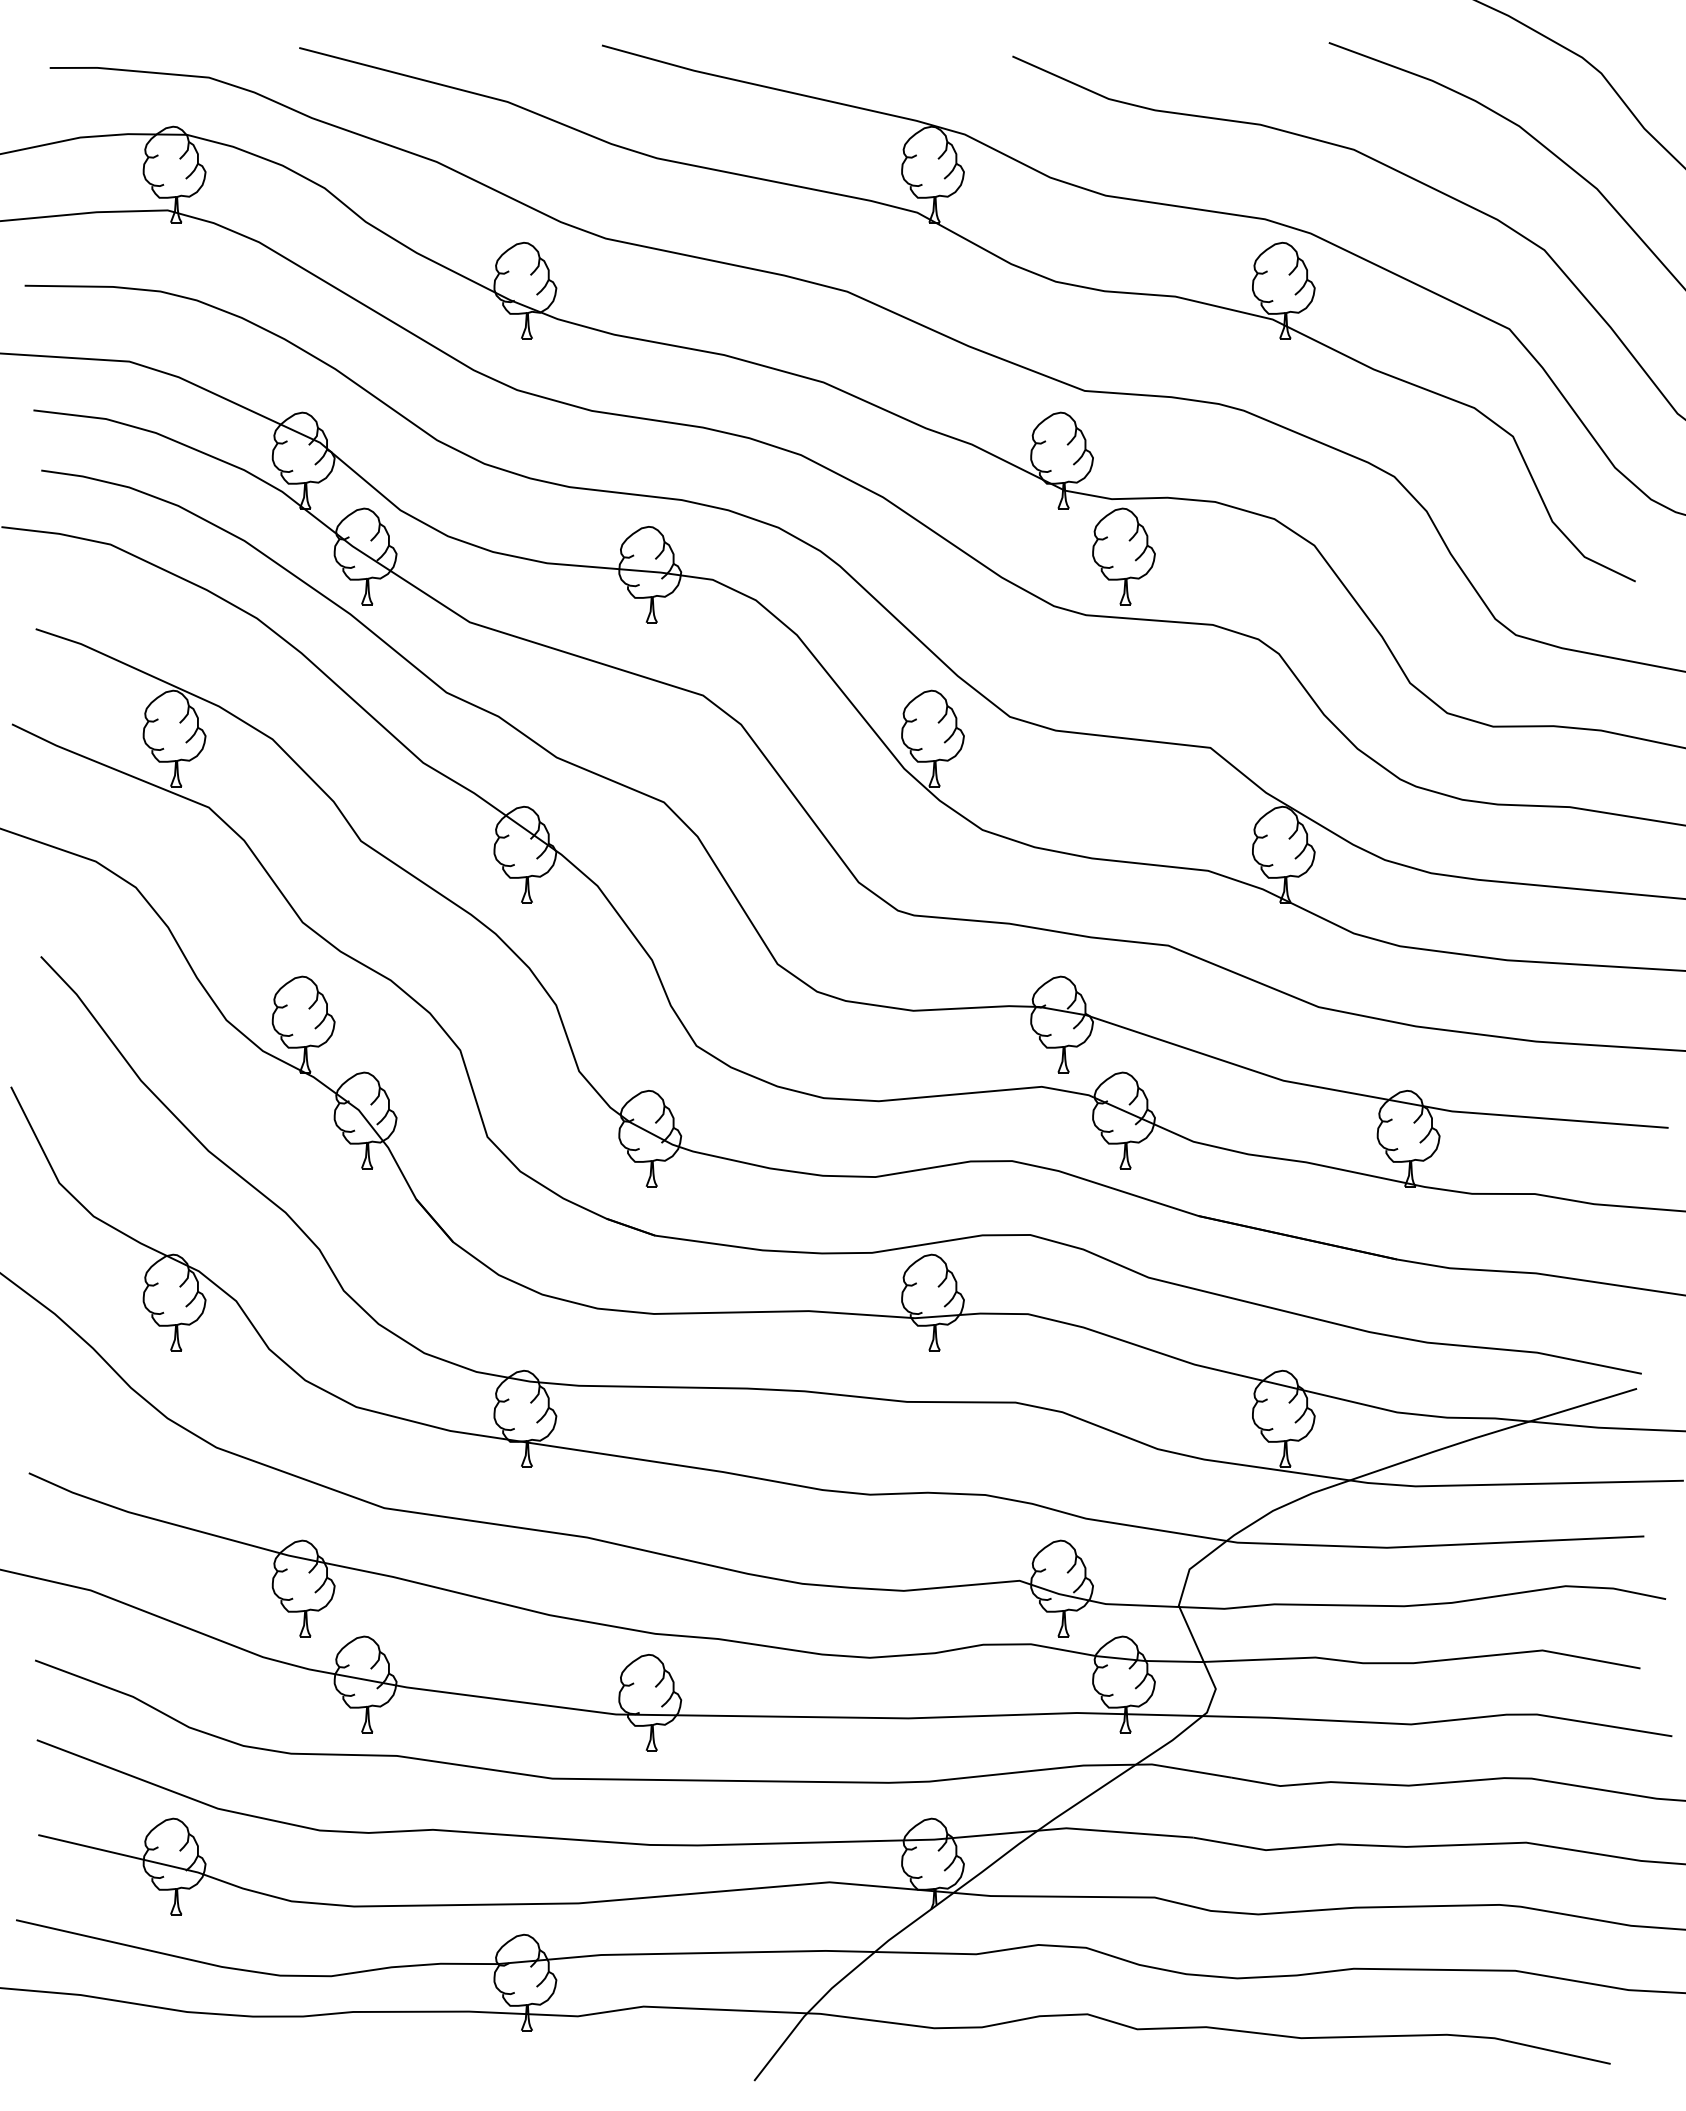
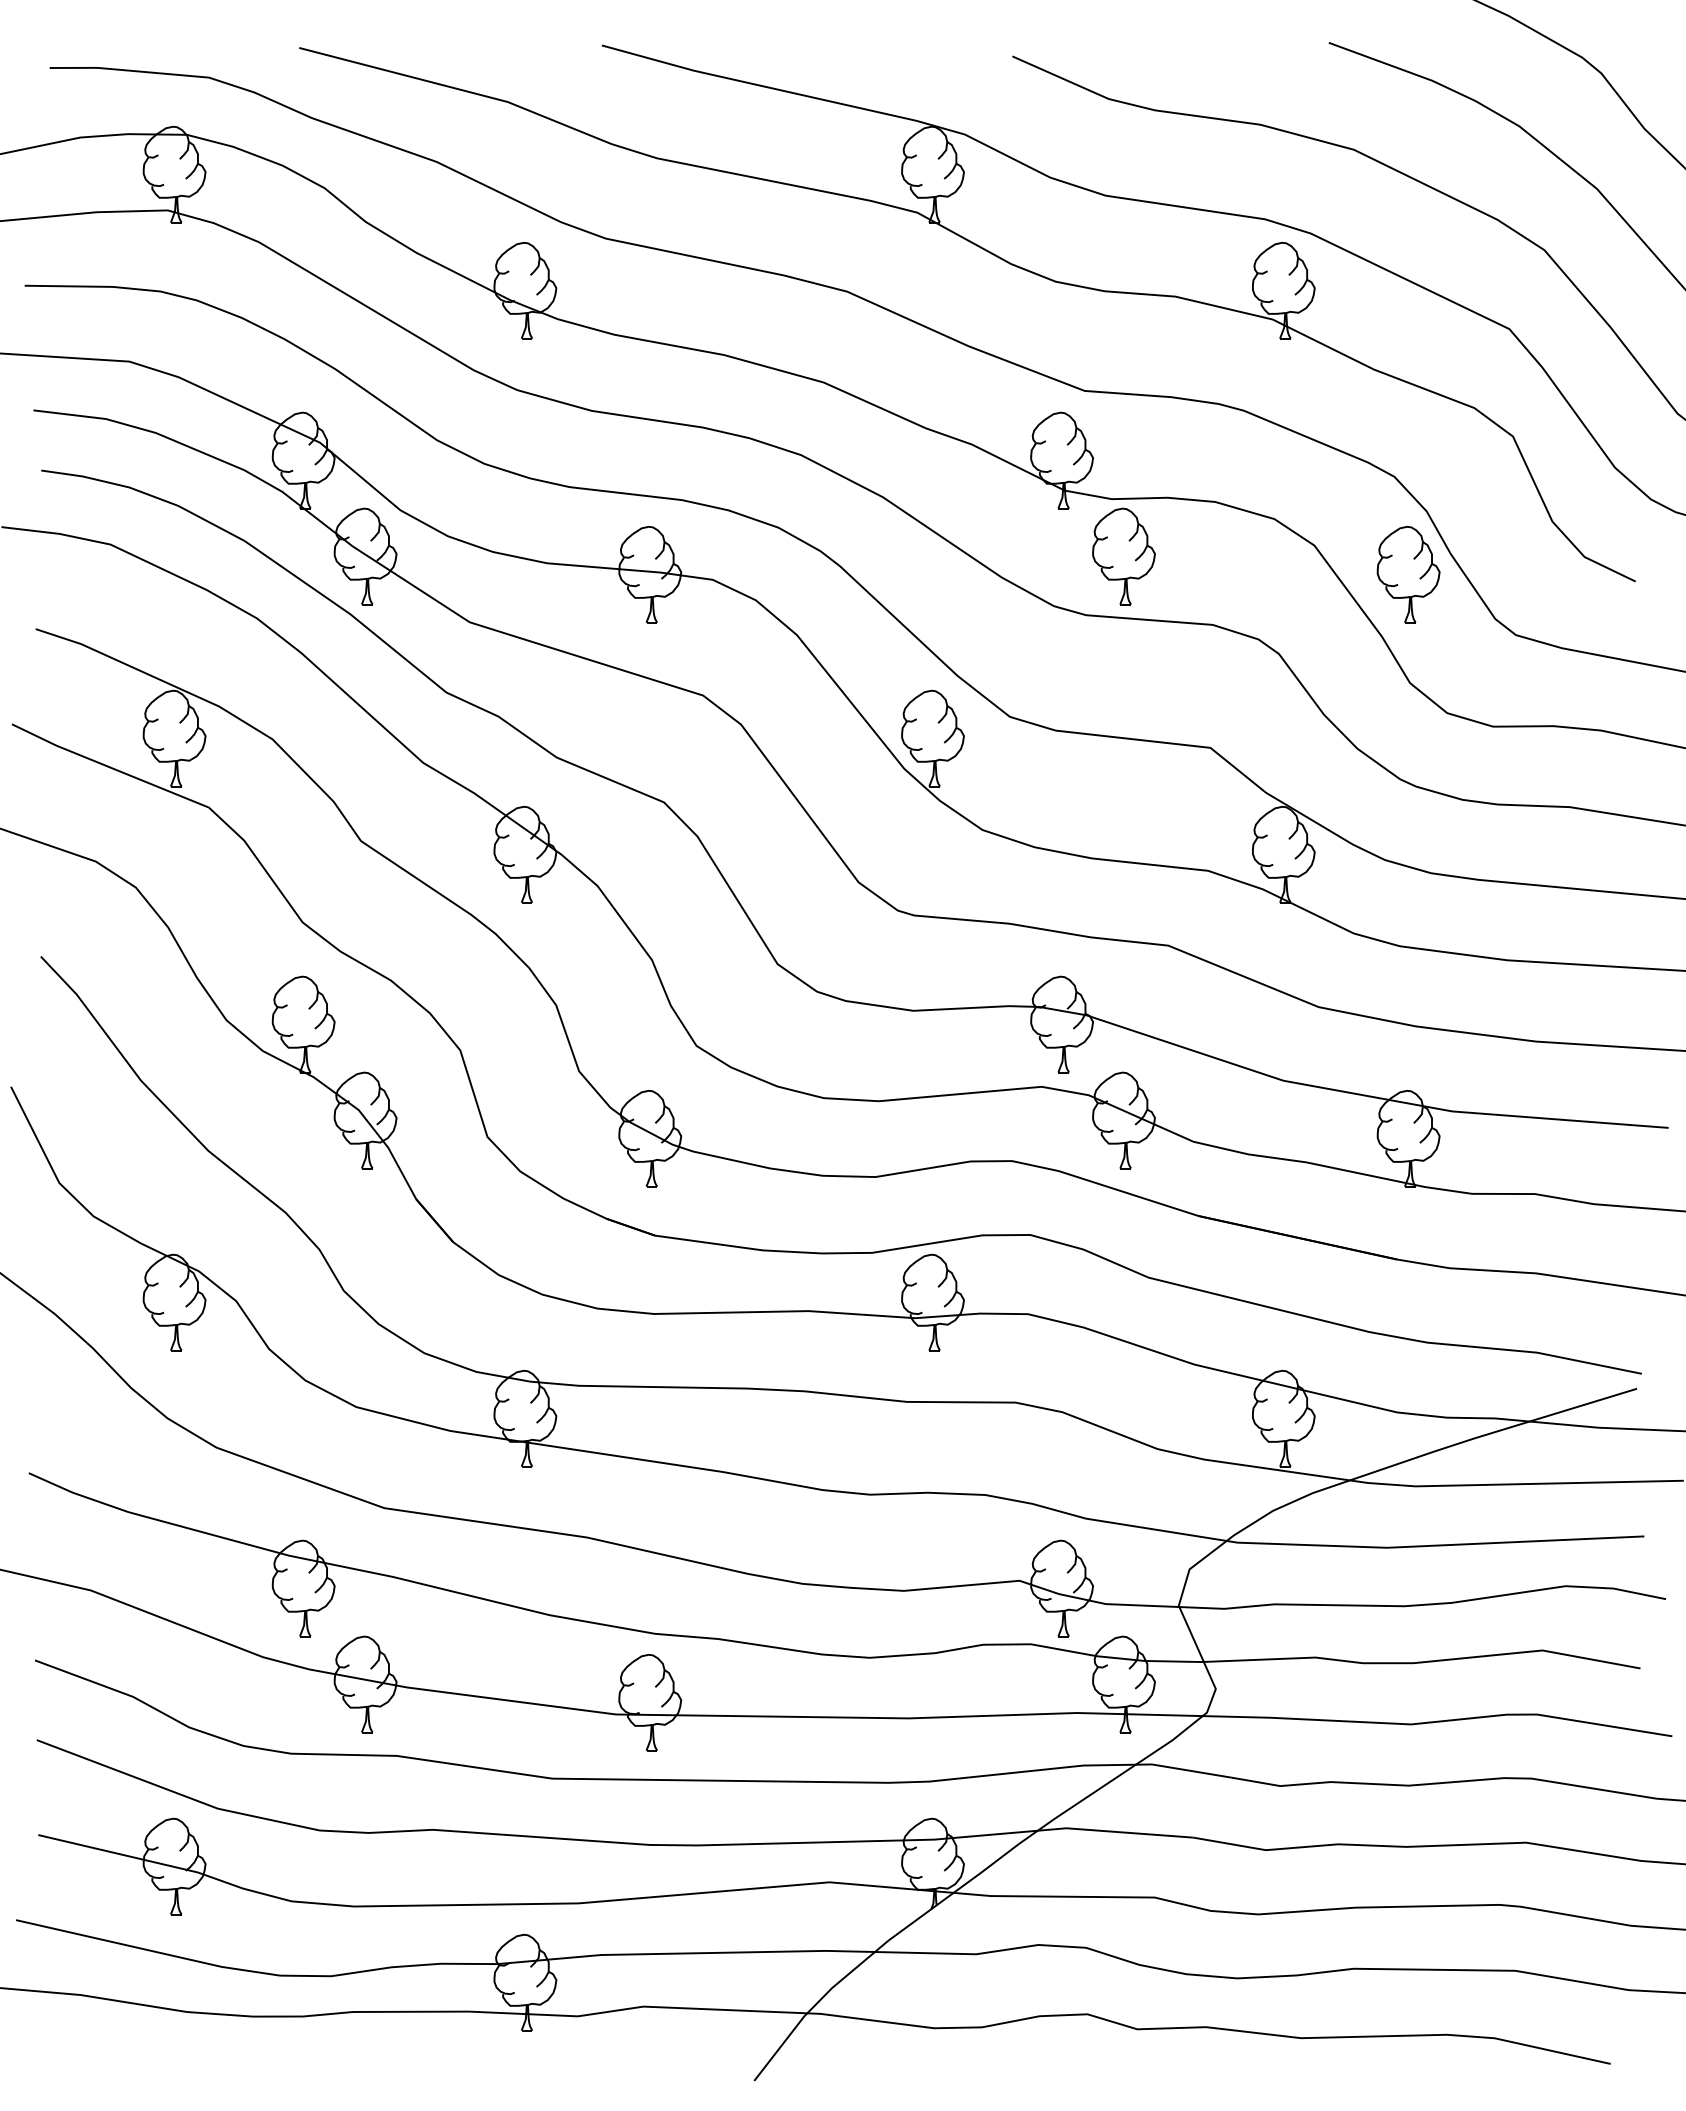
part at (1408, 574): none -> present
